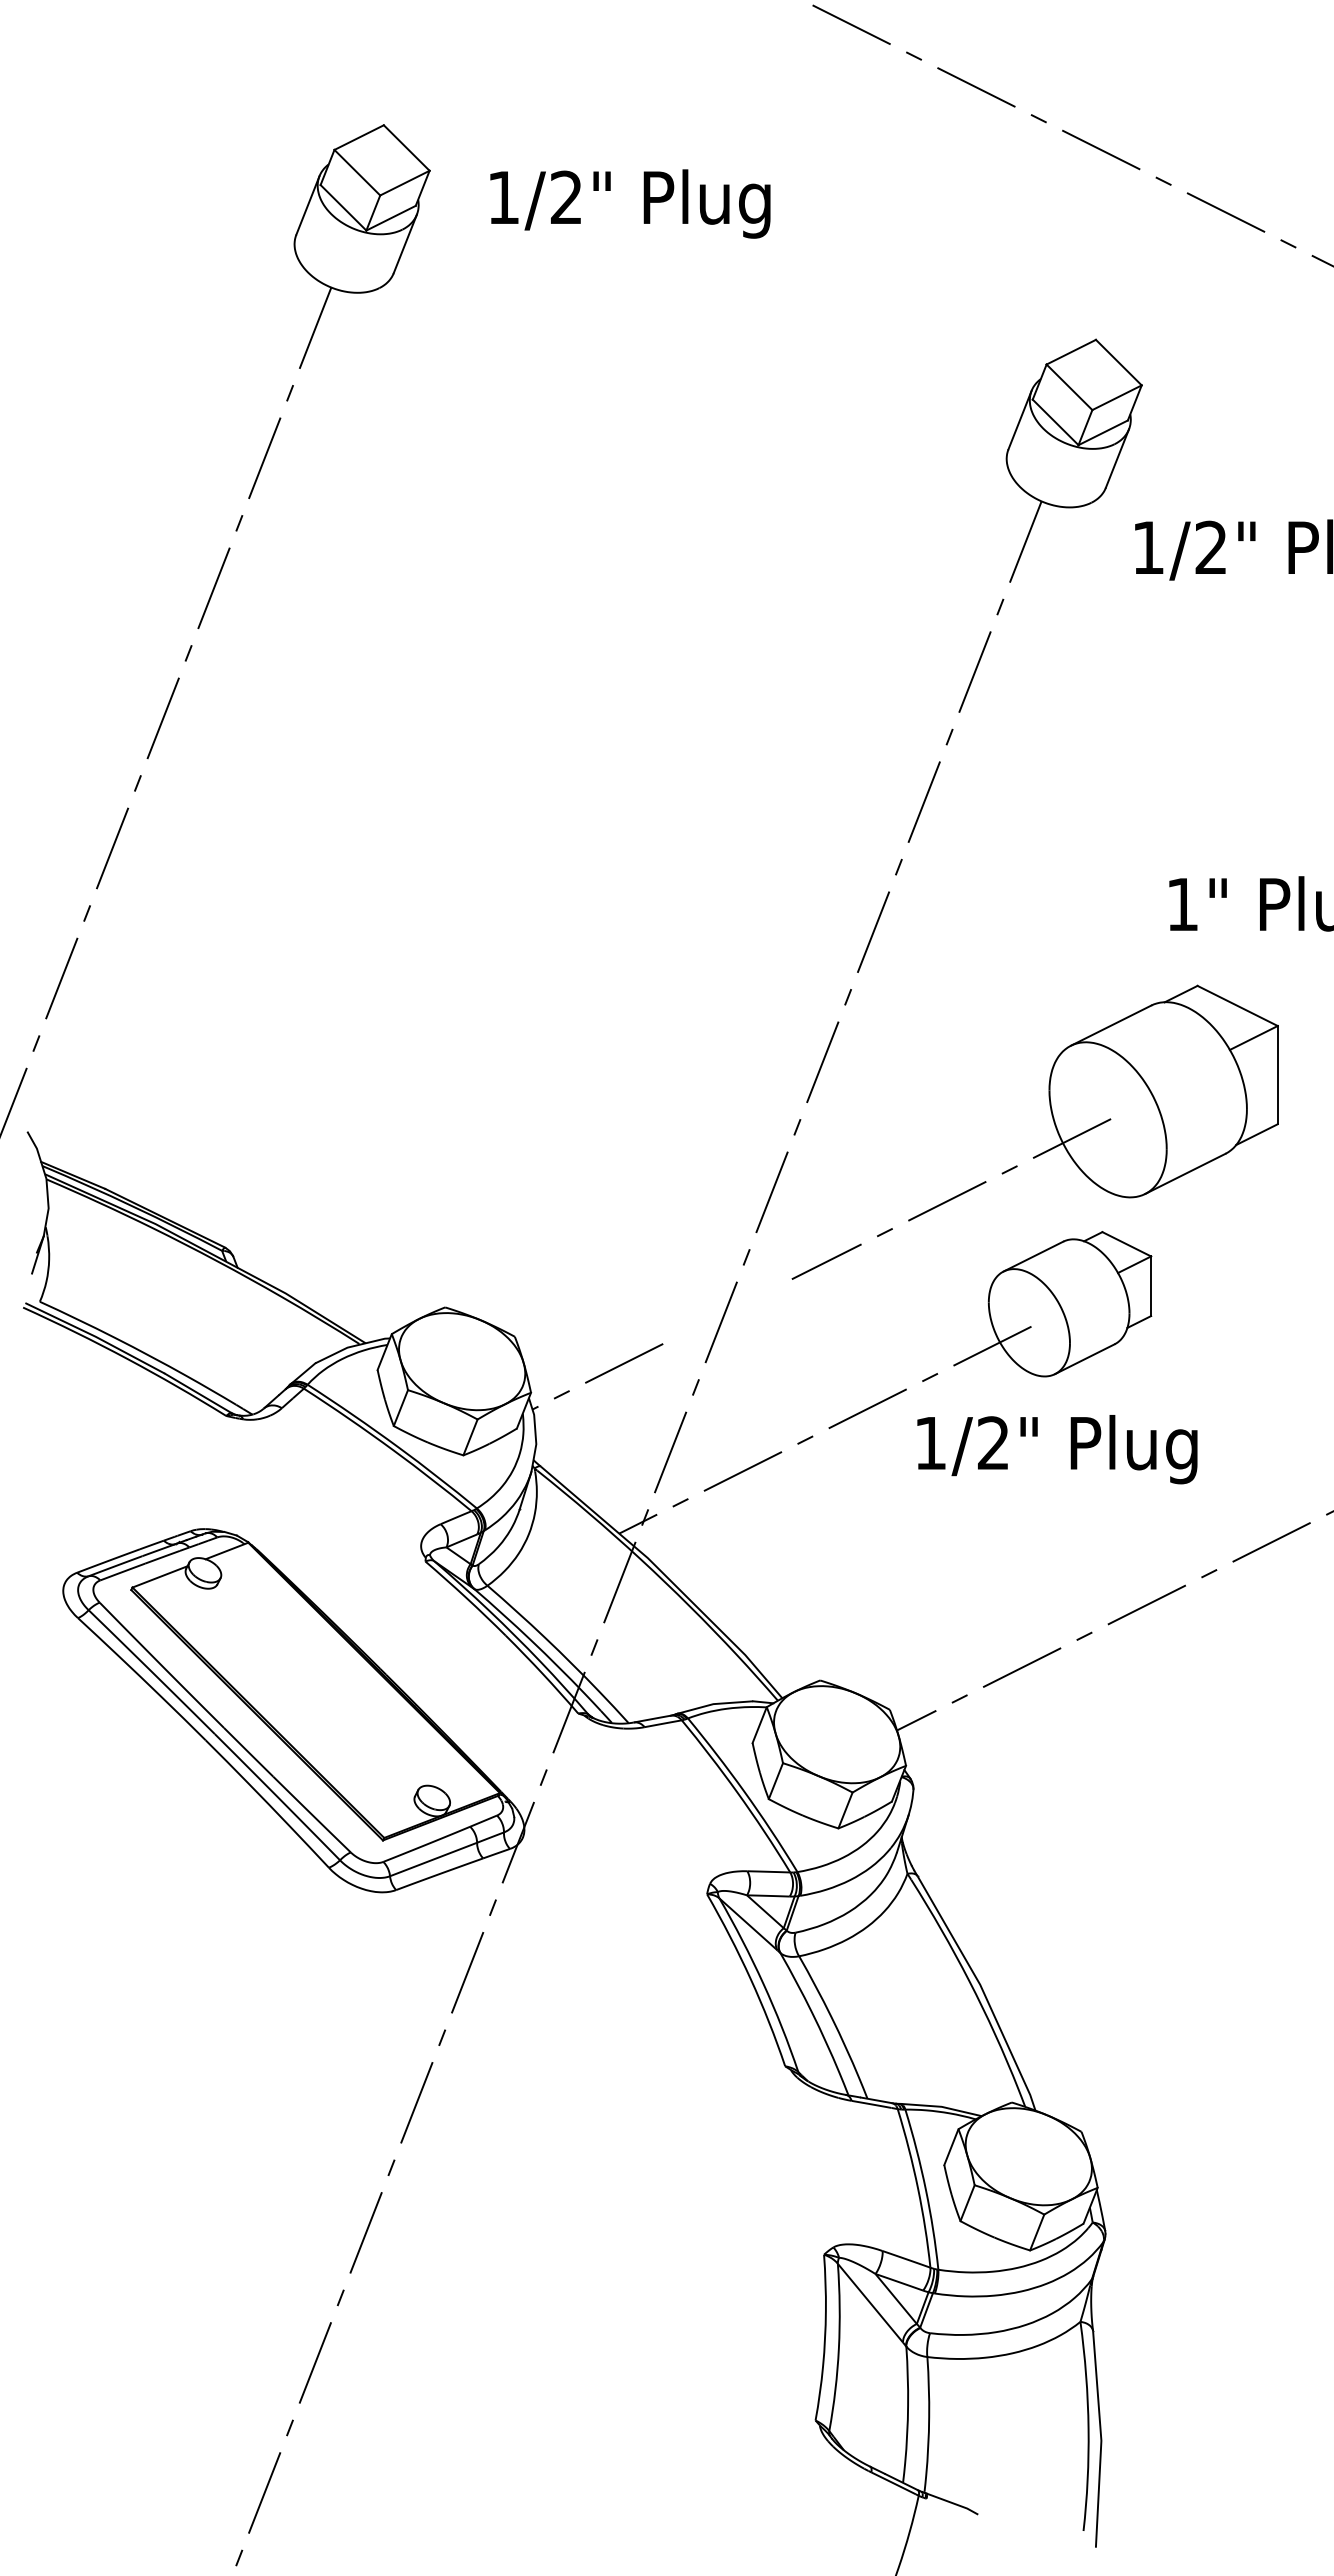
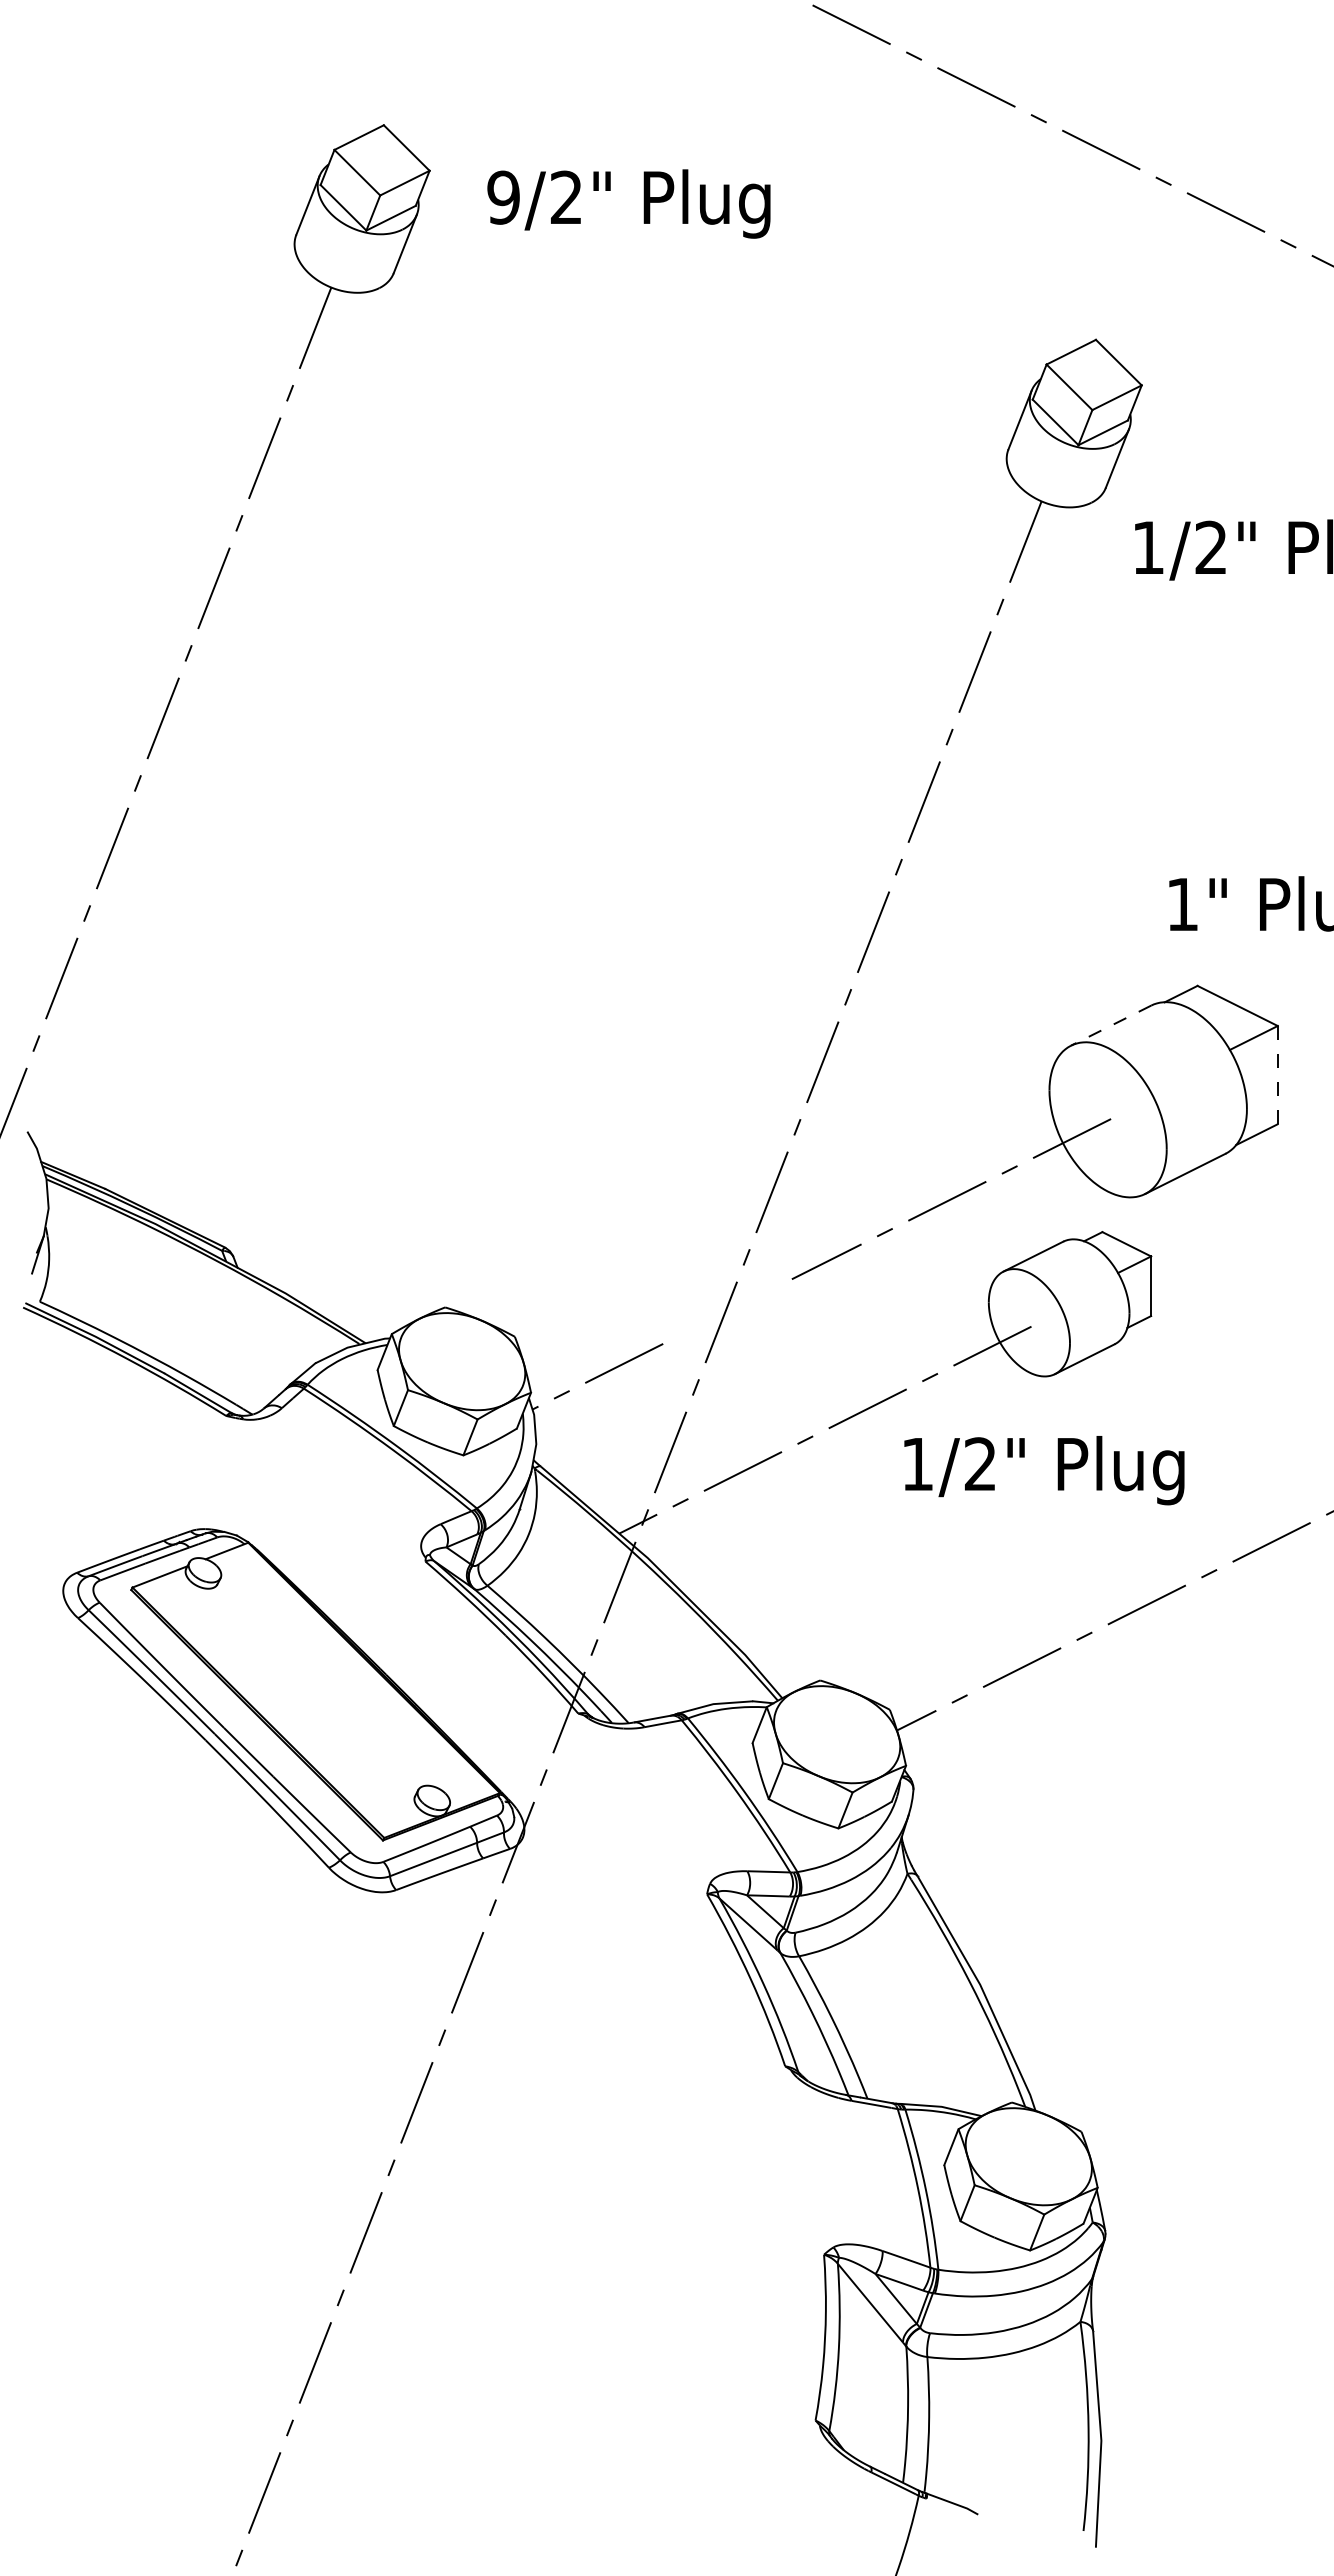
text at (503, 197): 1/2" -> 9/2"
line at (1111, 1025): solid -> dashed
line at (1277, 1075): solid -> dashed
text at (1057, 1449) position: (1057, 1449) -> (1044, 1470)
